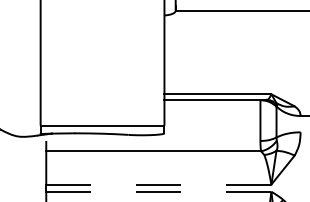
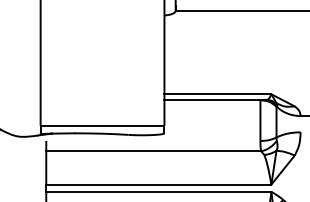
line at (158, 184): dashed -> solid
line at (158, 191): dashed -> solid
